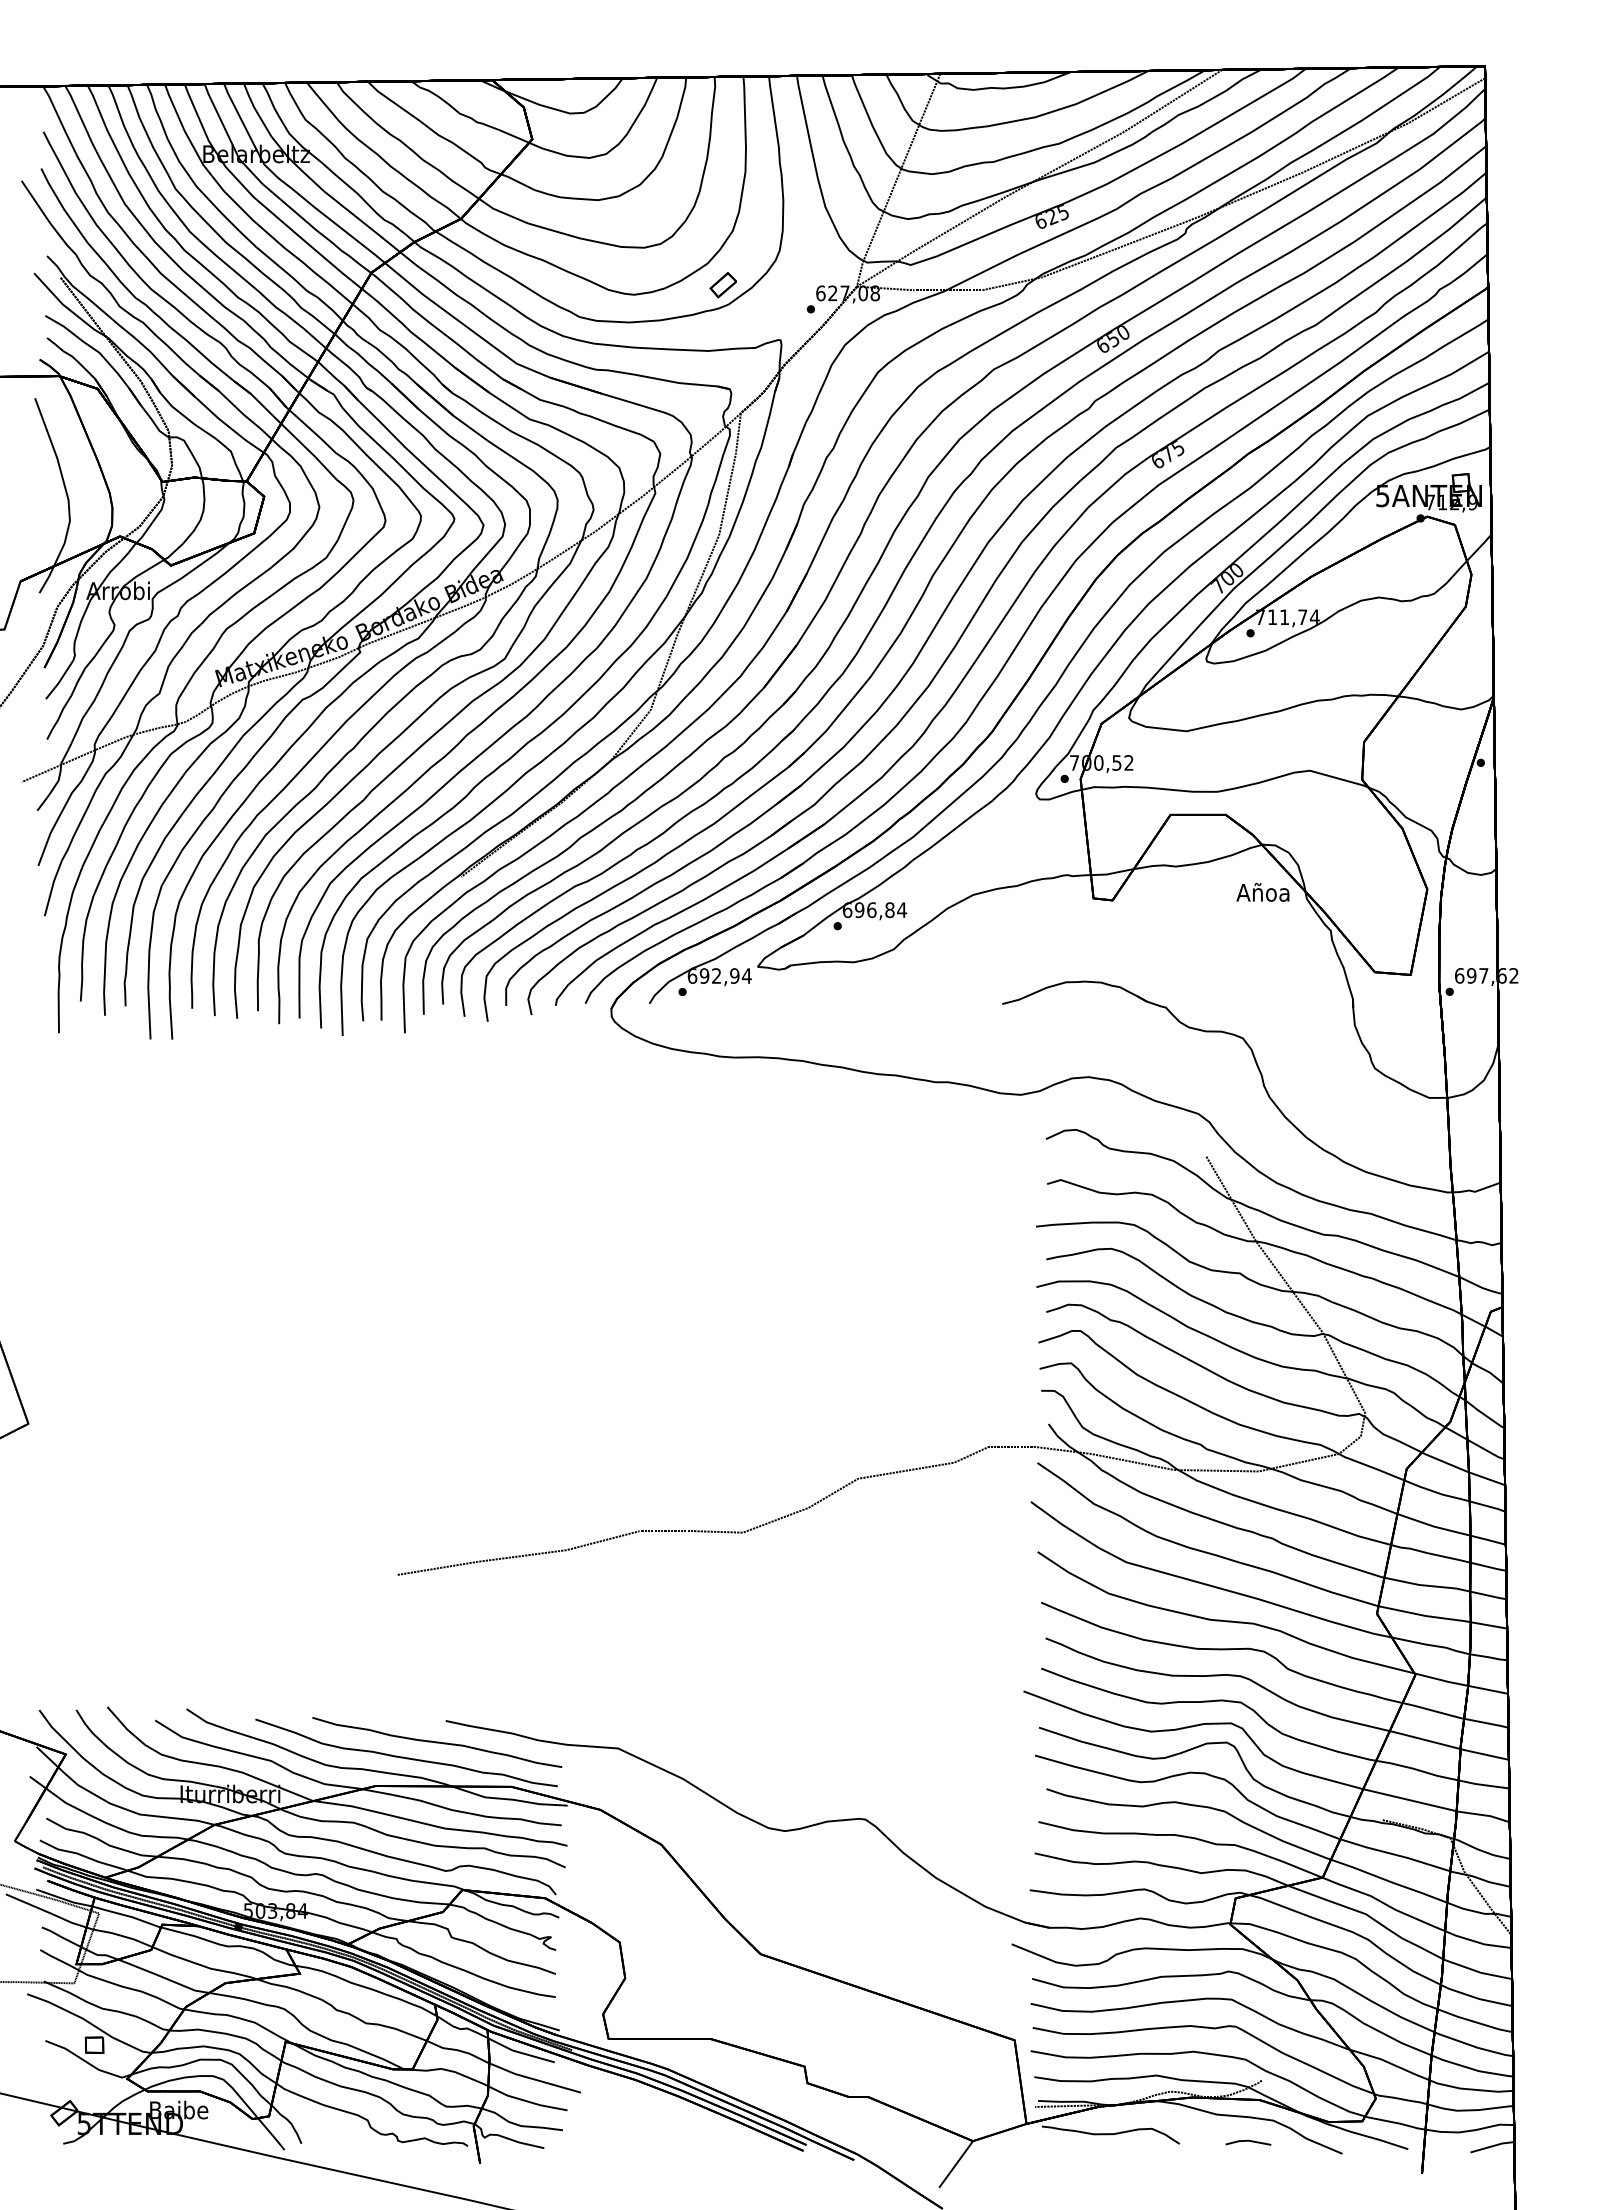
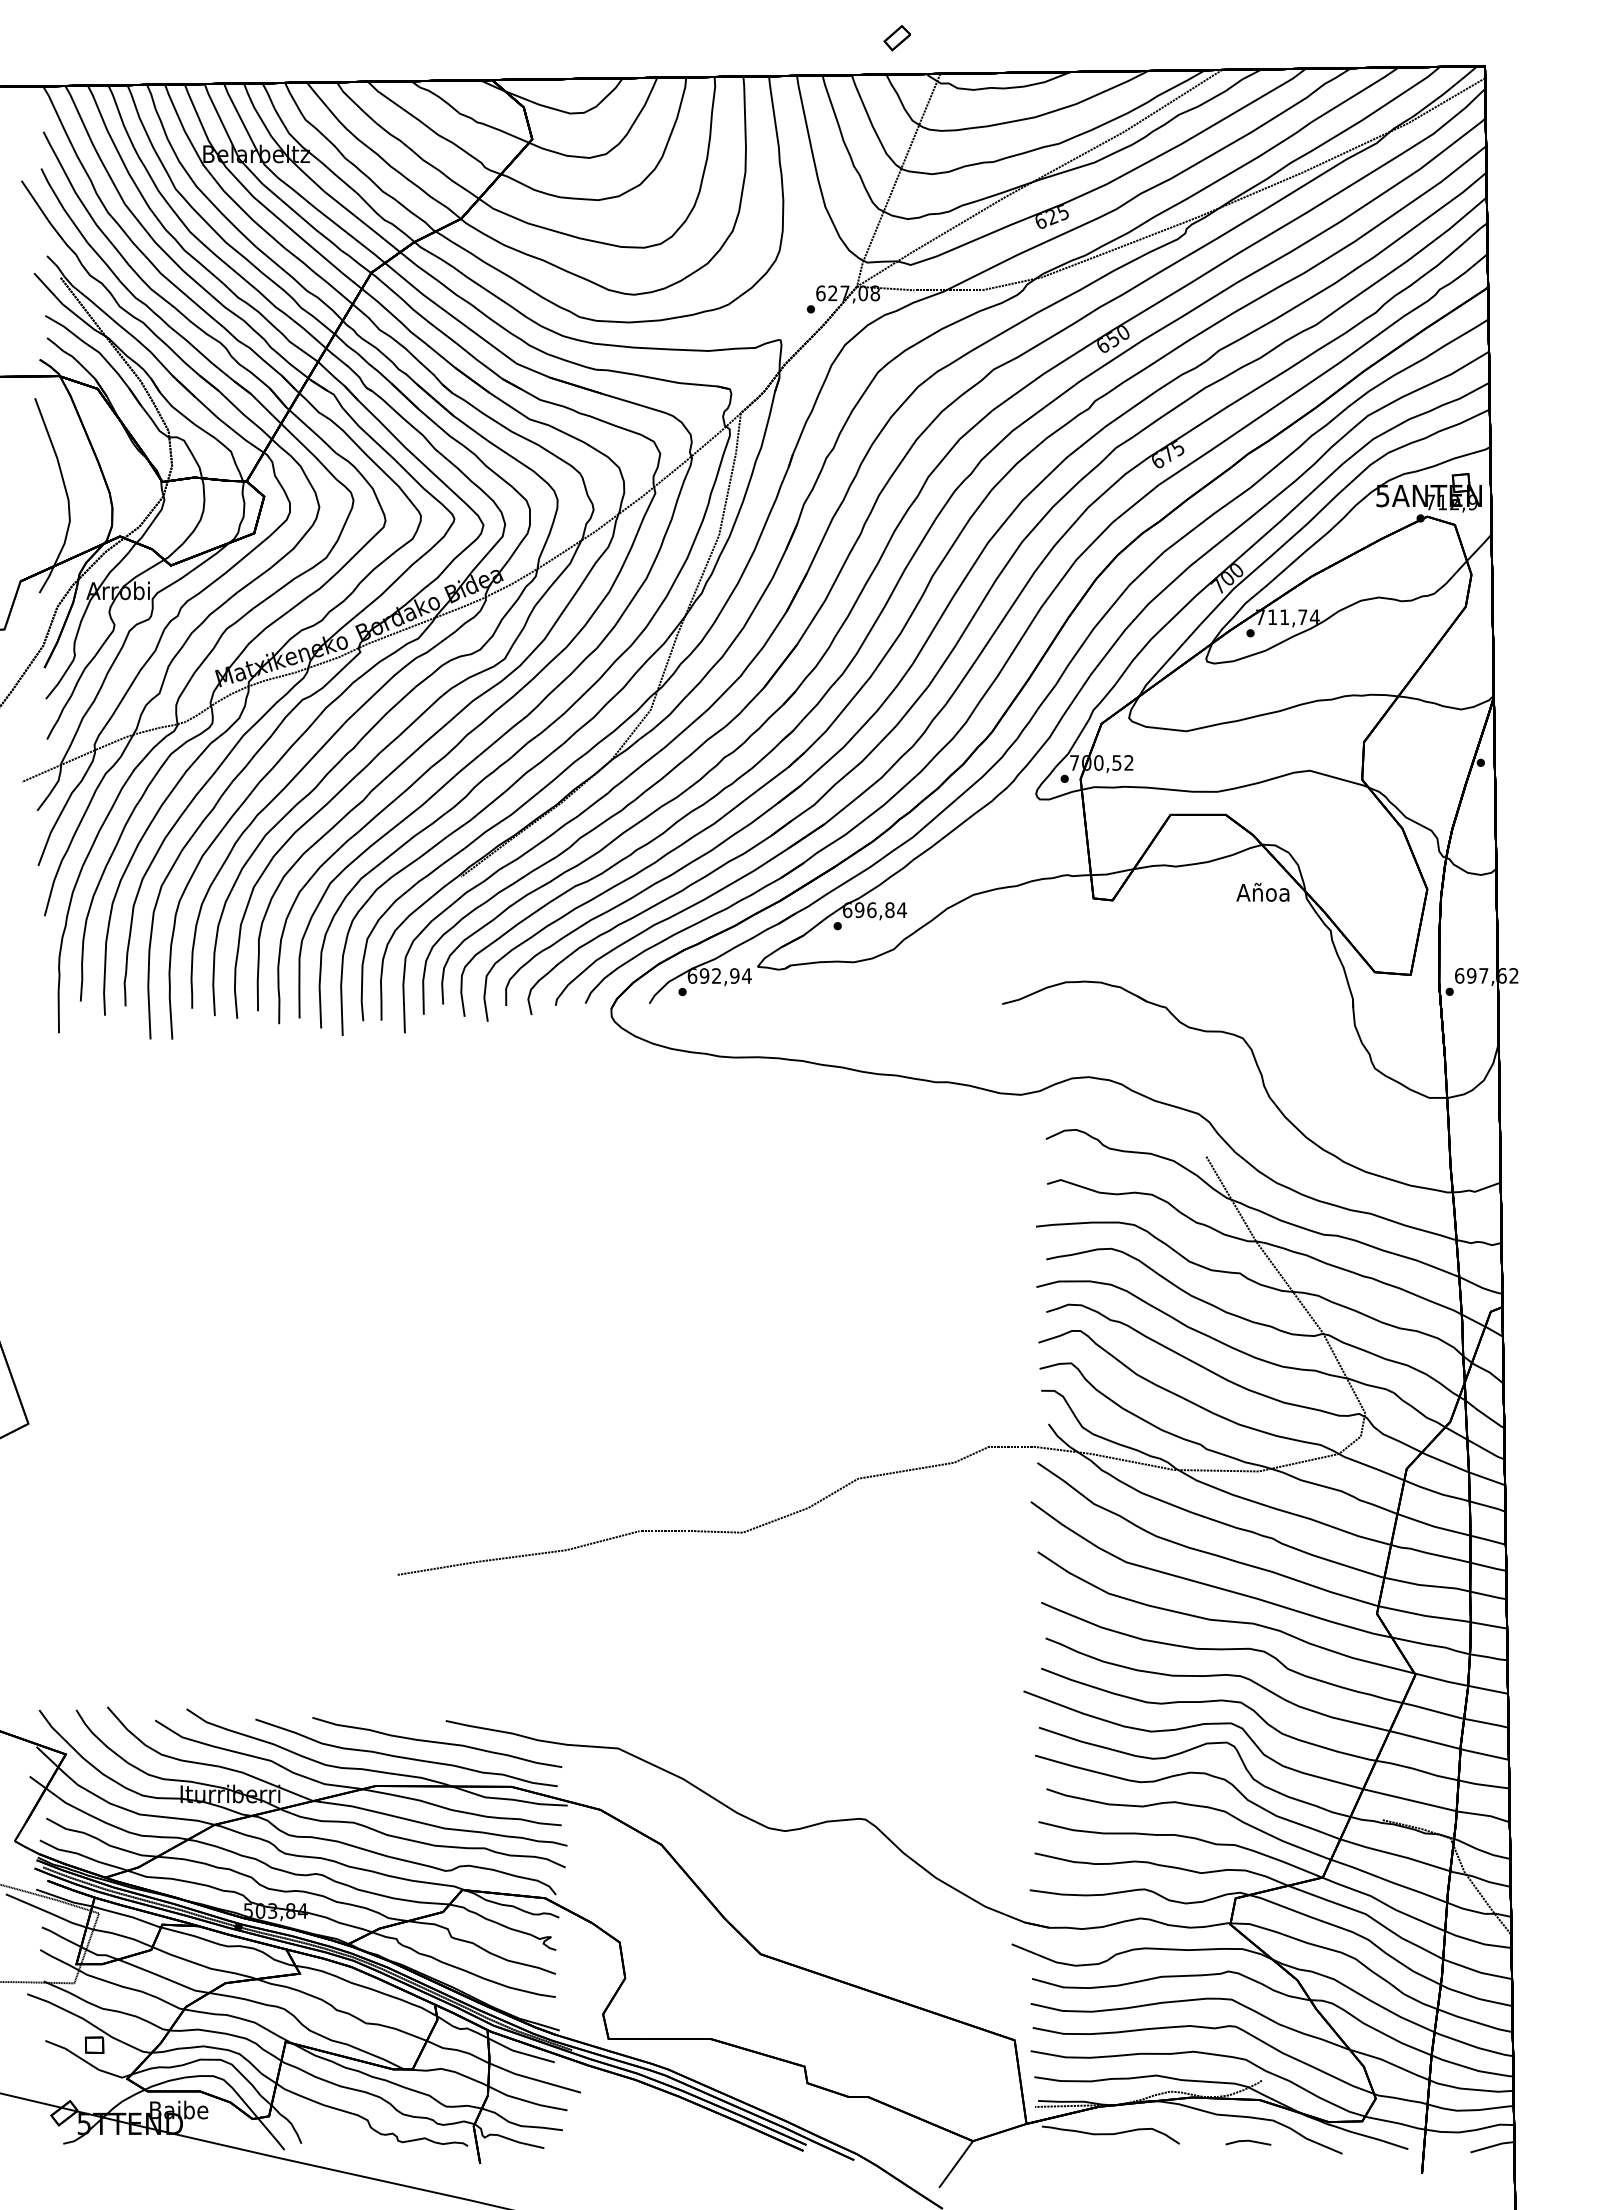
part at (722, 285) position: (722, 285) -> (896, 38)
